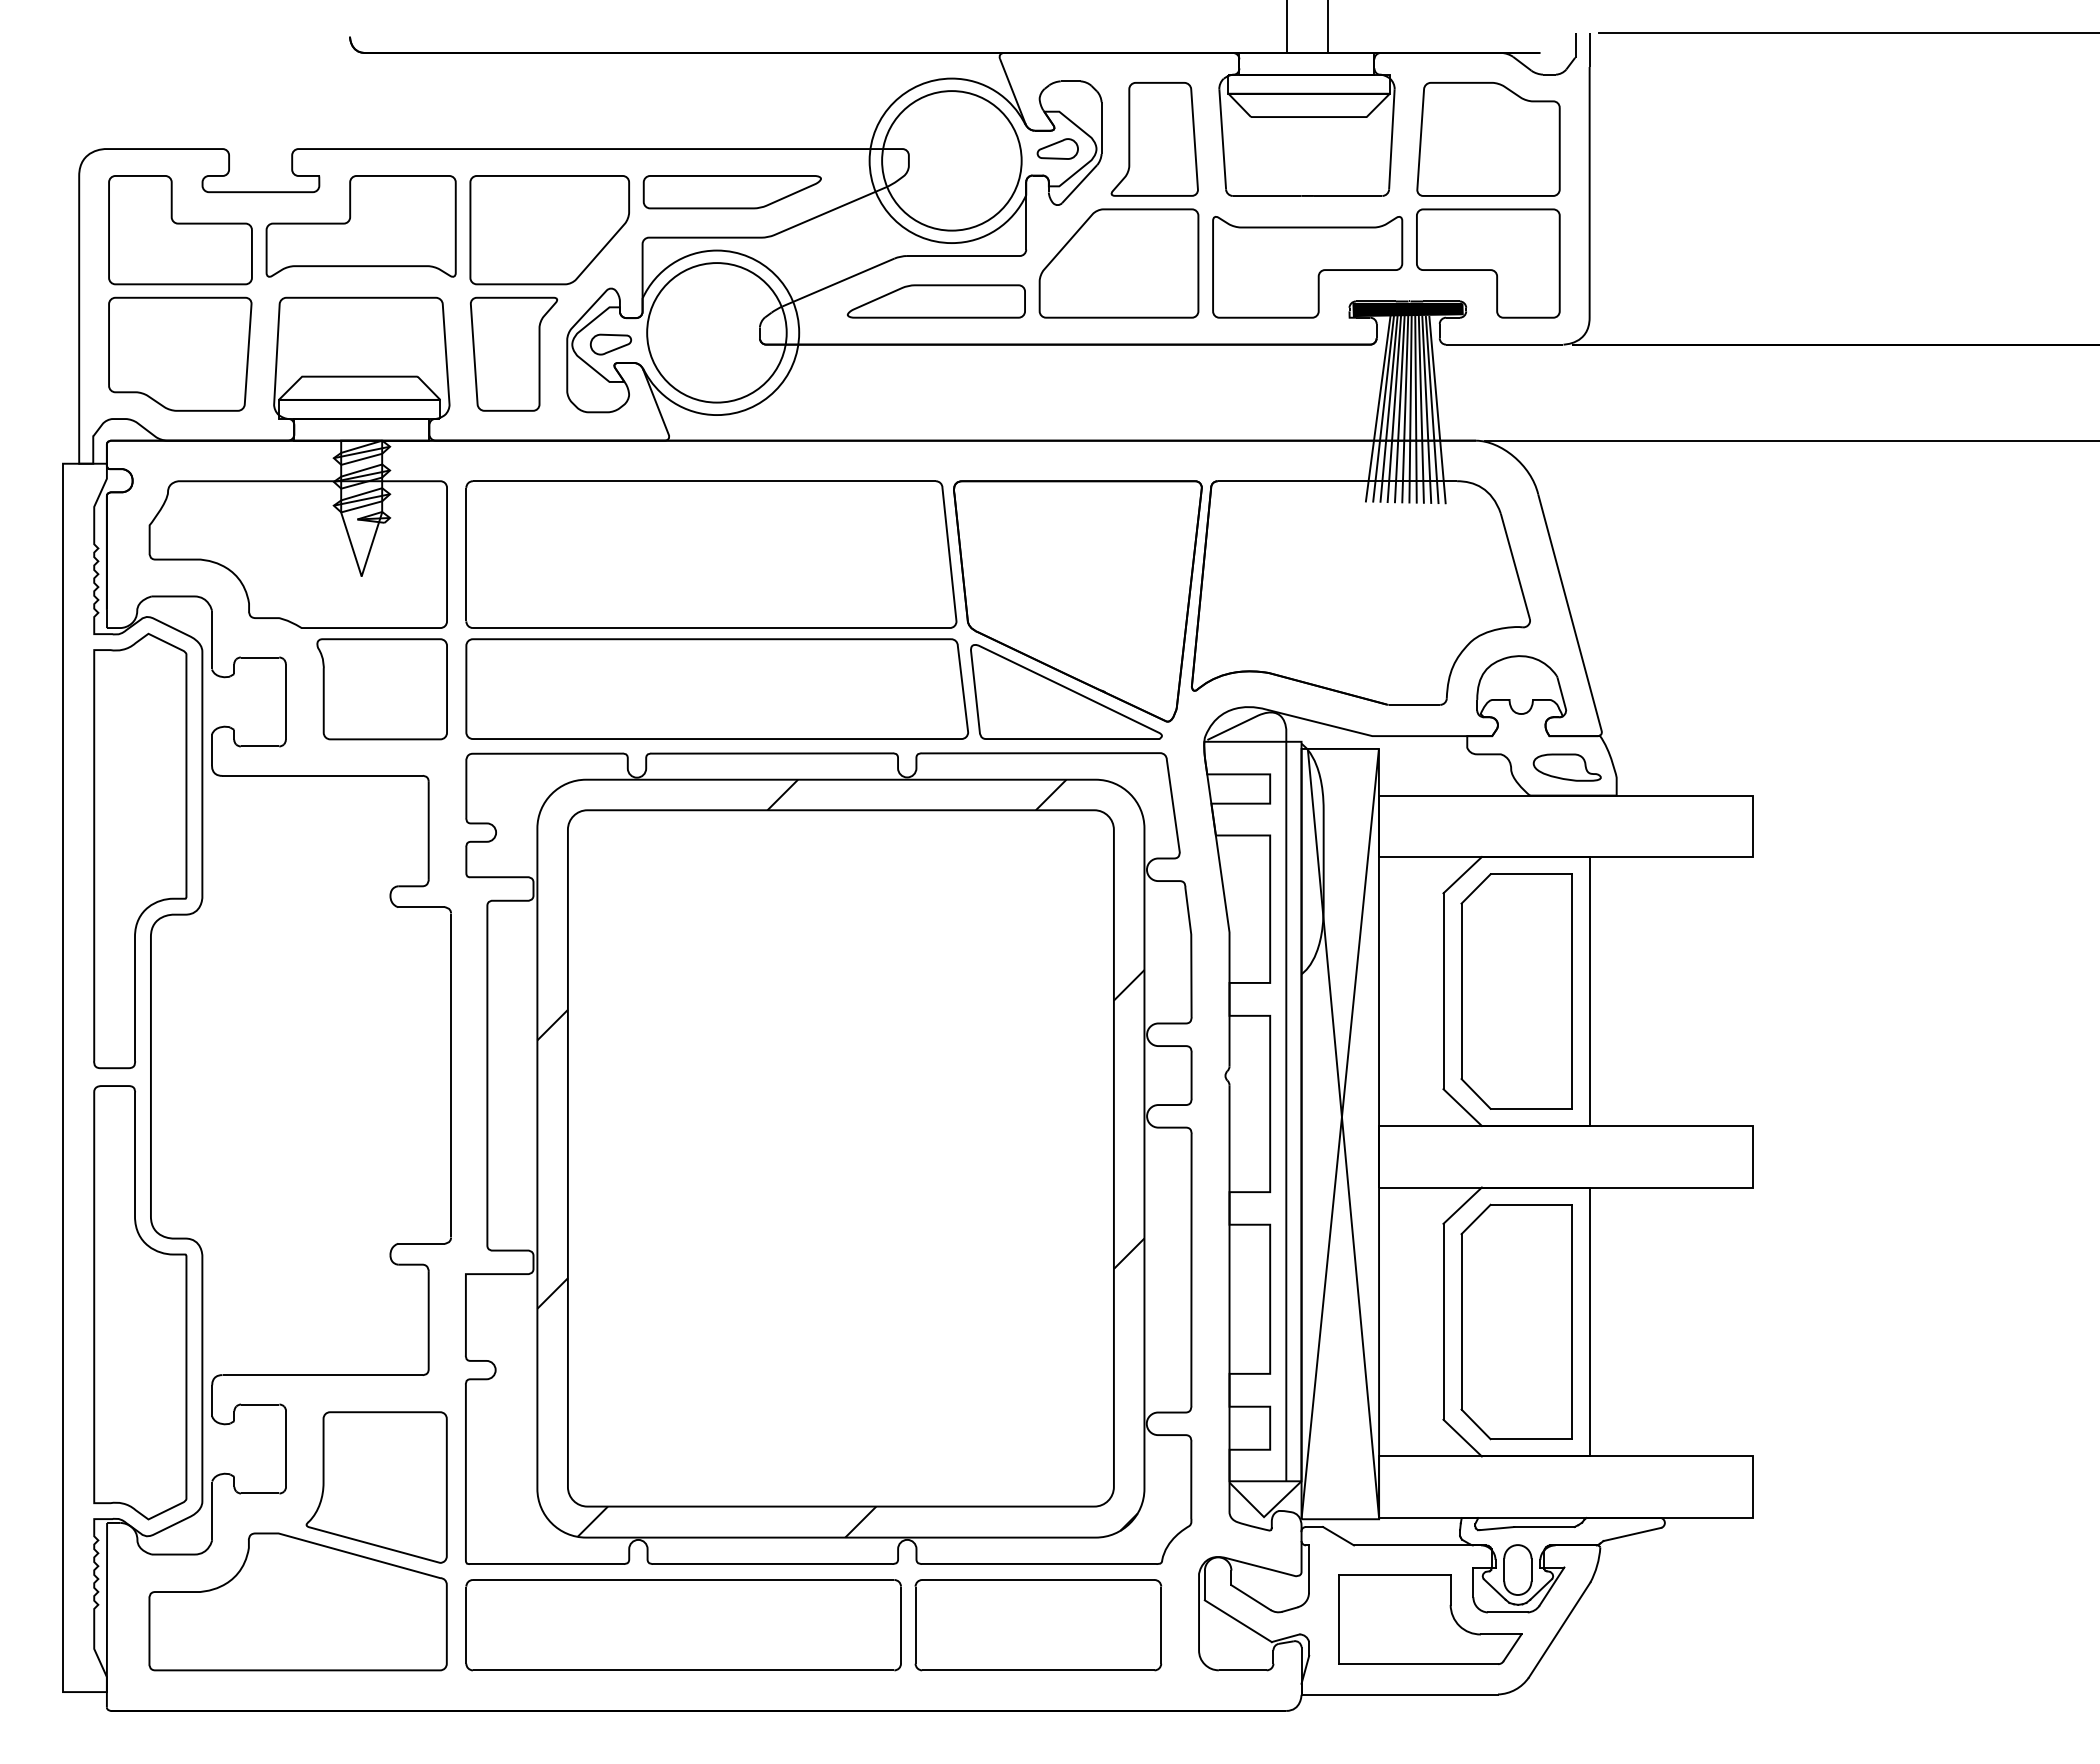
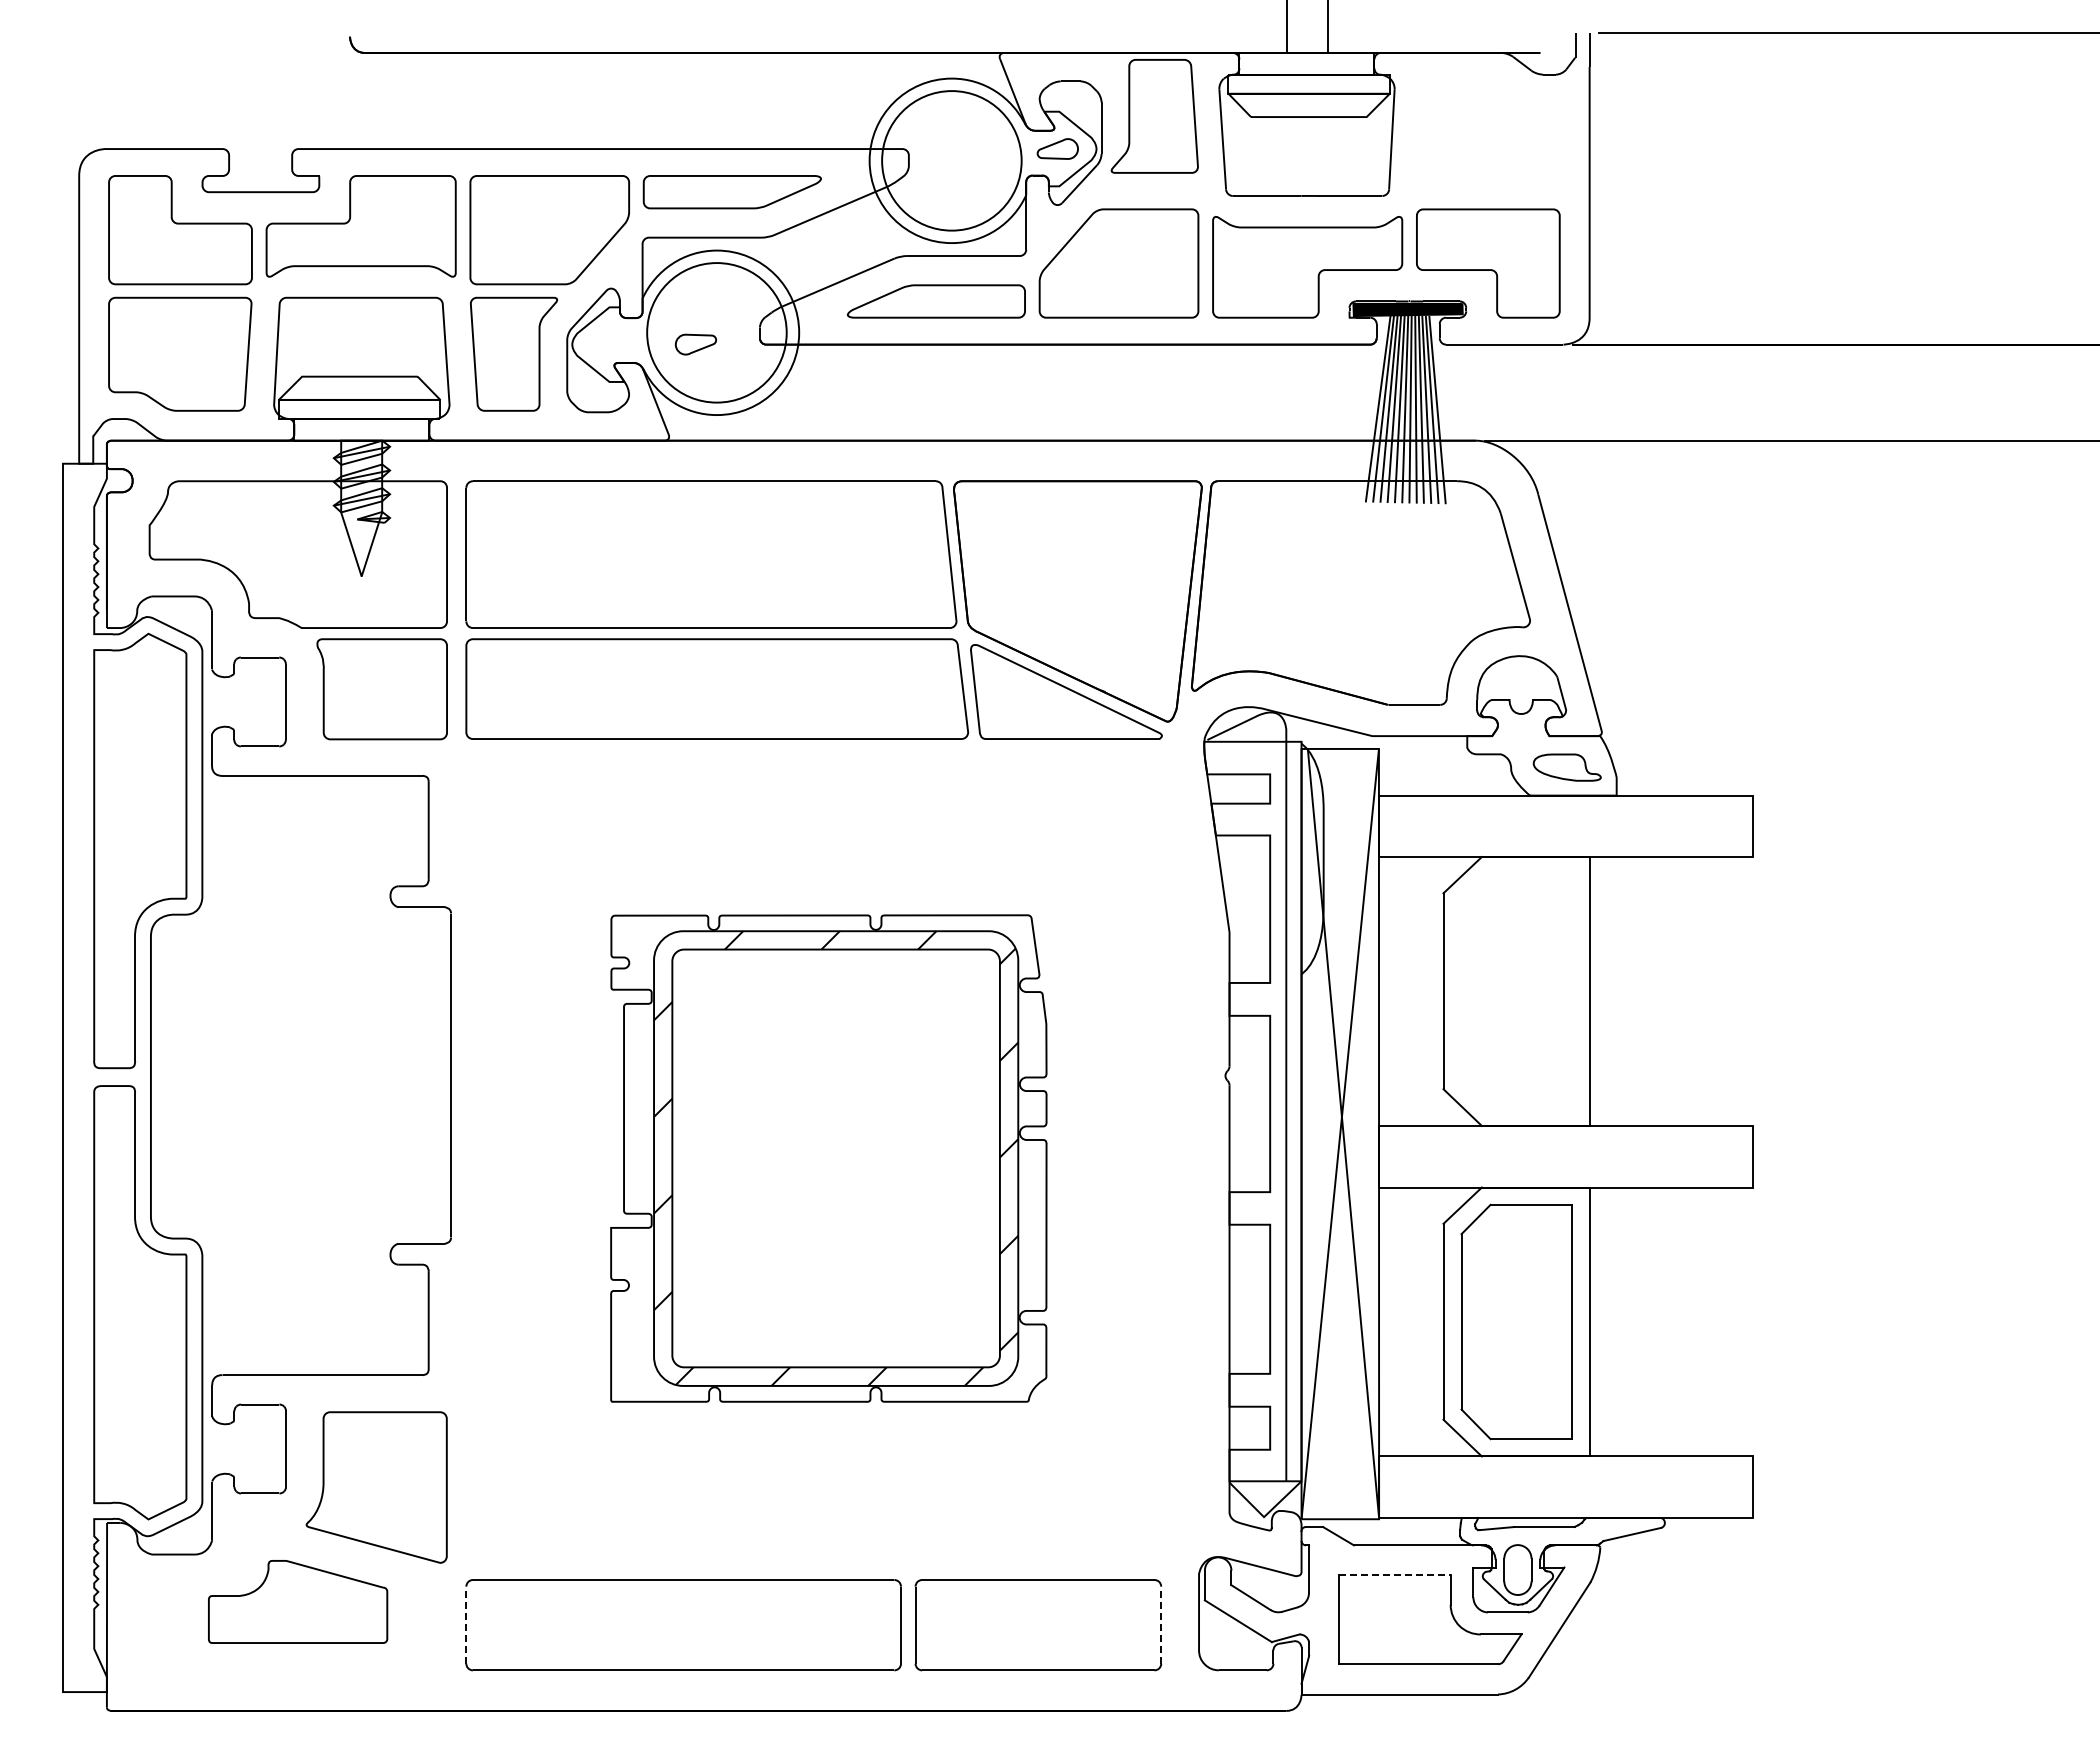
part at (1154, 139) position: (1154, 139) -> (1154, 116)
part at (1488, 139): present -> none
part at (610, 344) position: (610, 344) -> (695, 344)
part at (1516, 991): present -> none
part at (828, 1158) size: 728x813 px -> 438x489 px
line at (1394, 1574): solid -> dashed
part at (297, 1601) size: 300x140 px -> 181x84 px
line at (466, 1625): solid -> dashed
line at (1161, 1625): solid -> dashed
